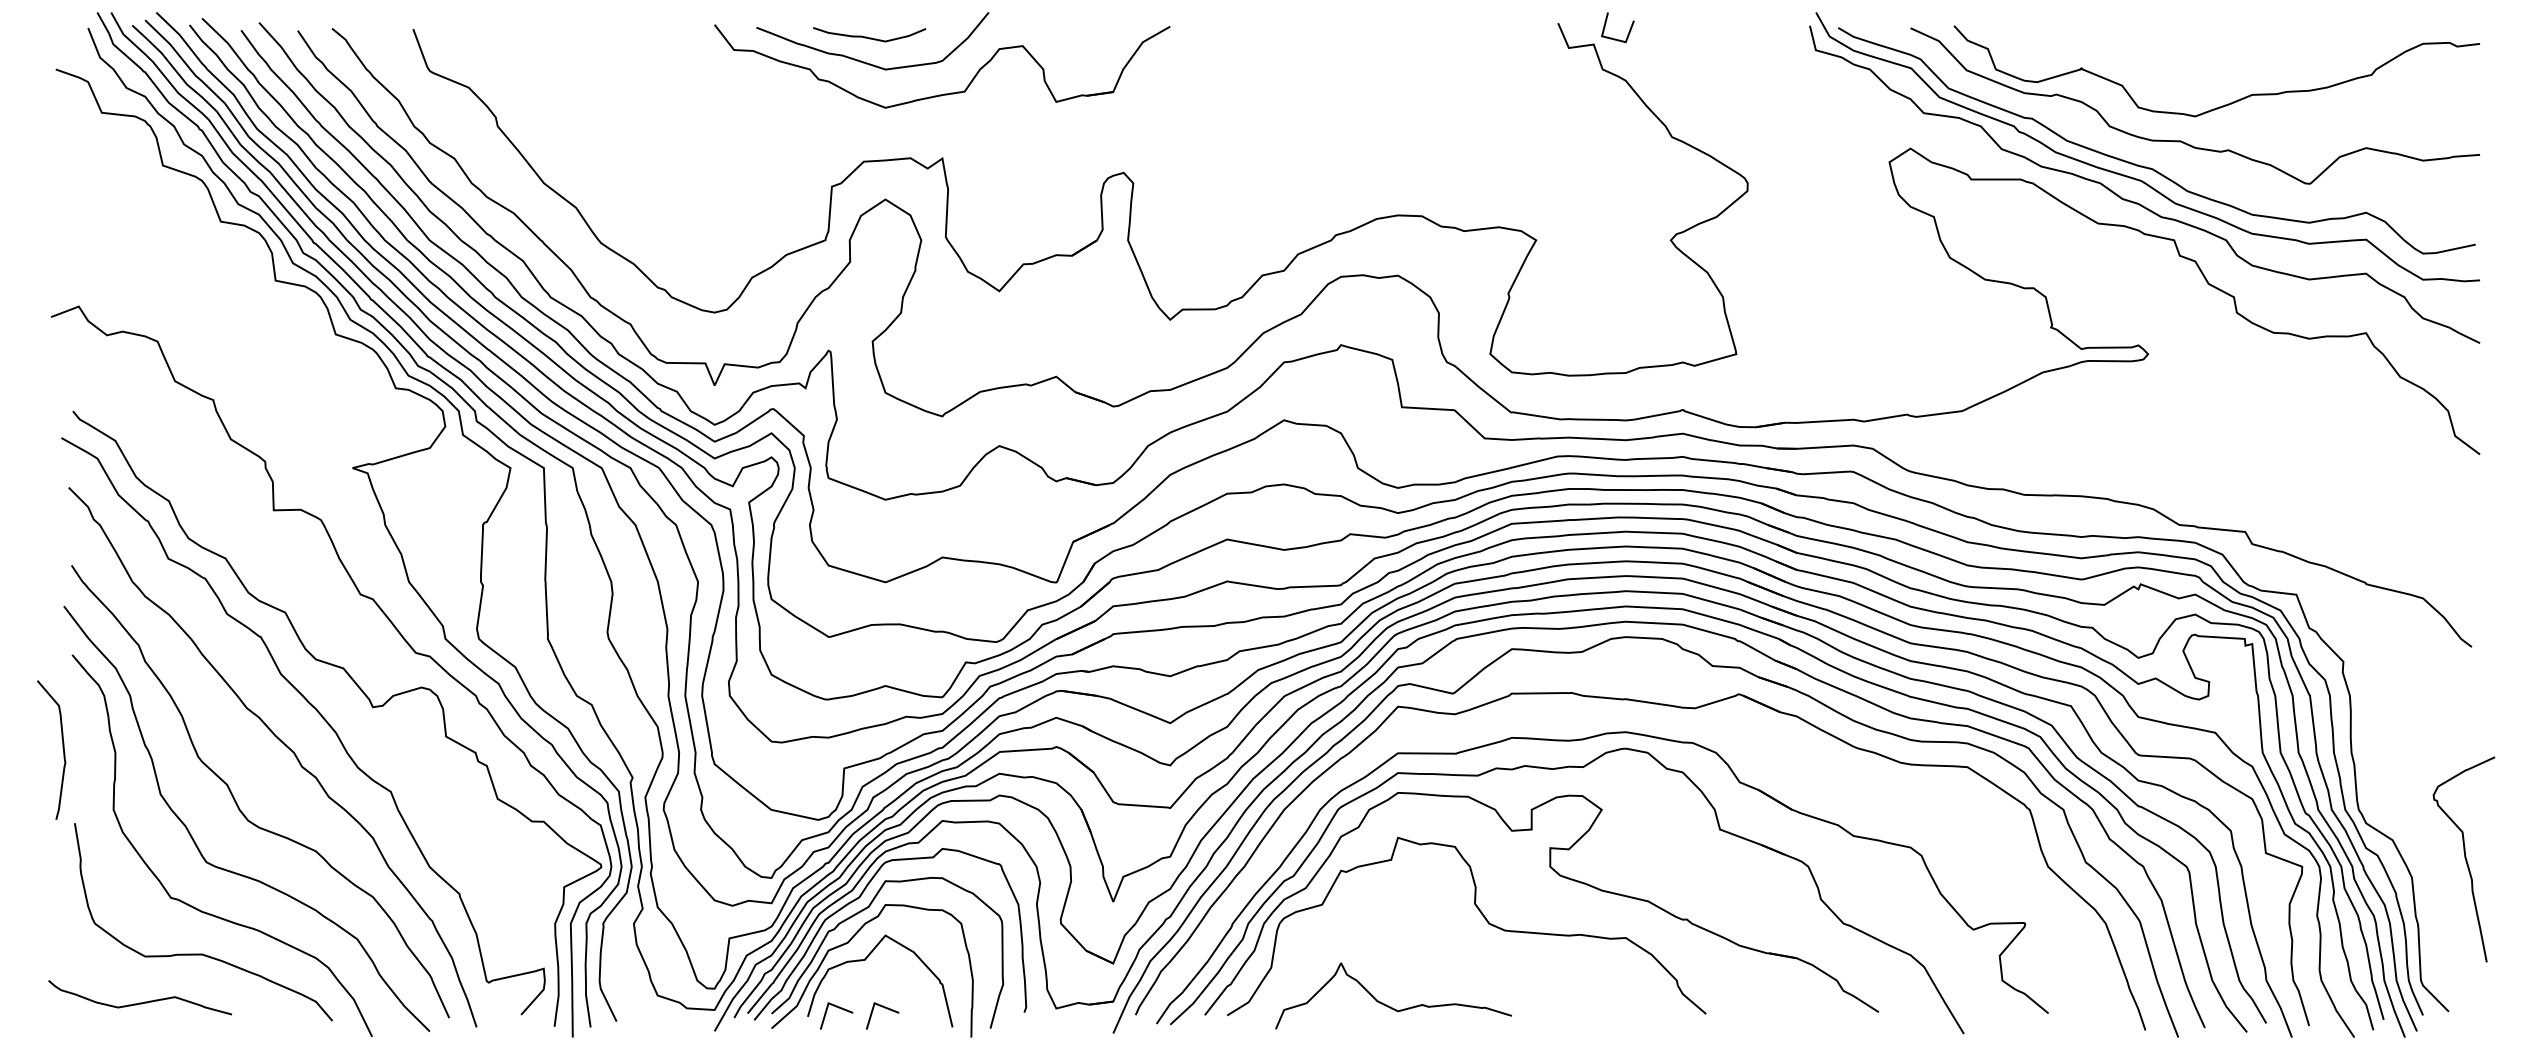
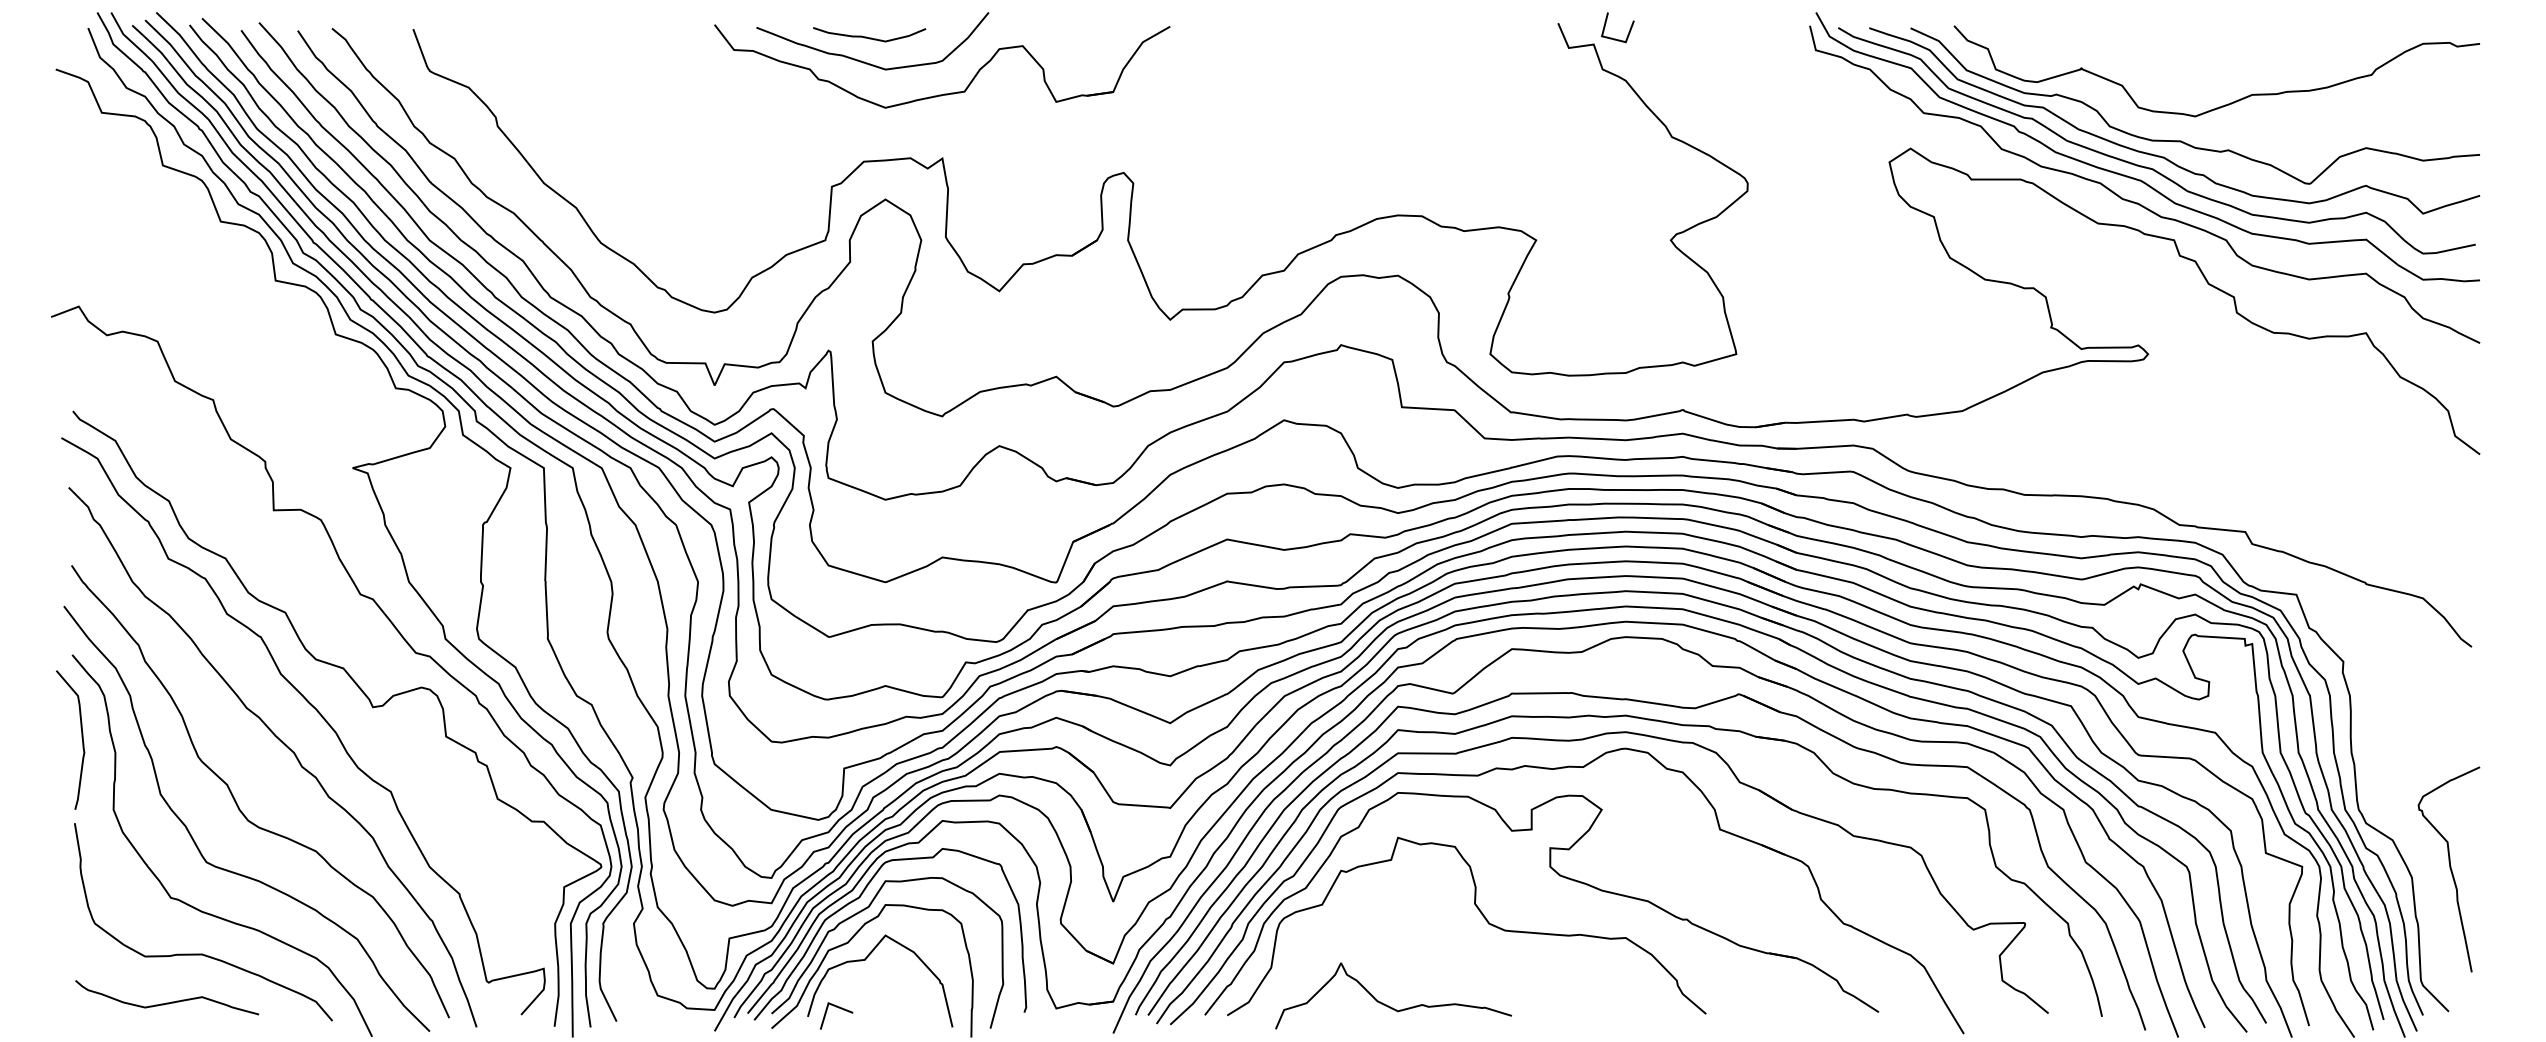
curve at (2164, 156): none -> present
part at (1647, 720): none -> present
curve at (62, 748) position: (62, 748) -> (81, 738)
curve at (2464, 858) position: (2464, 858) -> (2449, 868)
curve at (139, 1002) position: (139, 1002) -> (166, 1002)
line at (884, 1008): present -> none
